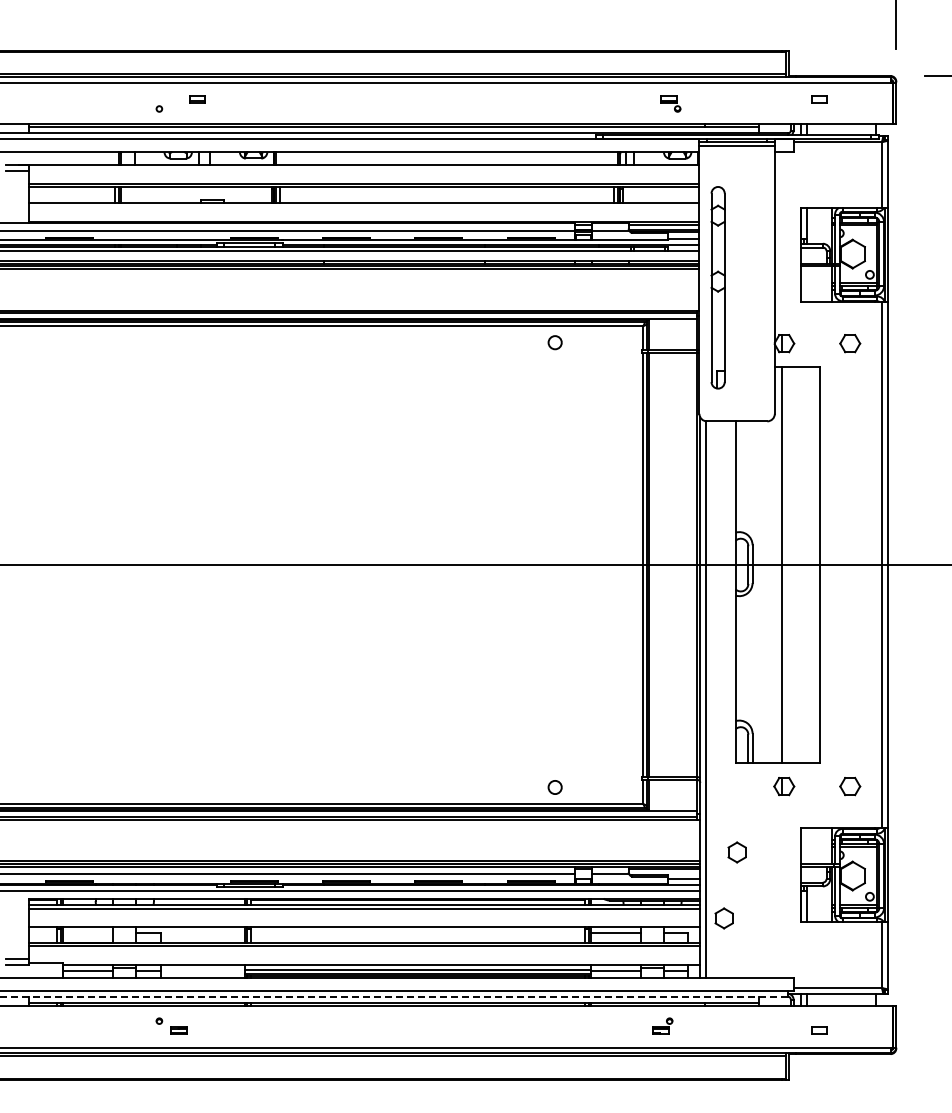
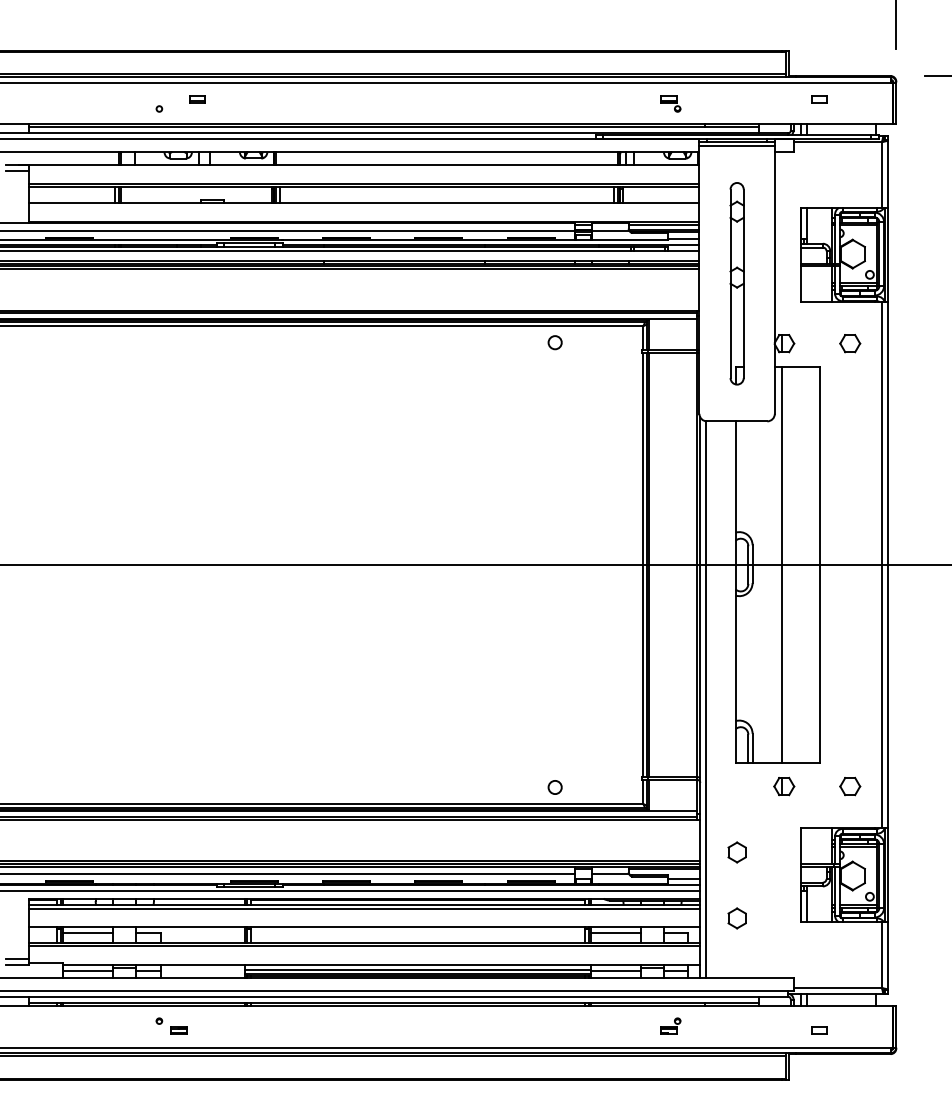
part at (717, 287) position: (717, 287) -> (736, 283)
part at (723, 918) position: (723, 918) -> (736, 918)
line at (88, 933): none -> present
line at (394, 996): dashed -> solid
part at (662, 1025) position: (662, 1025) -> (670, 1025)
